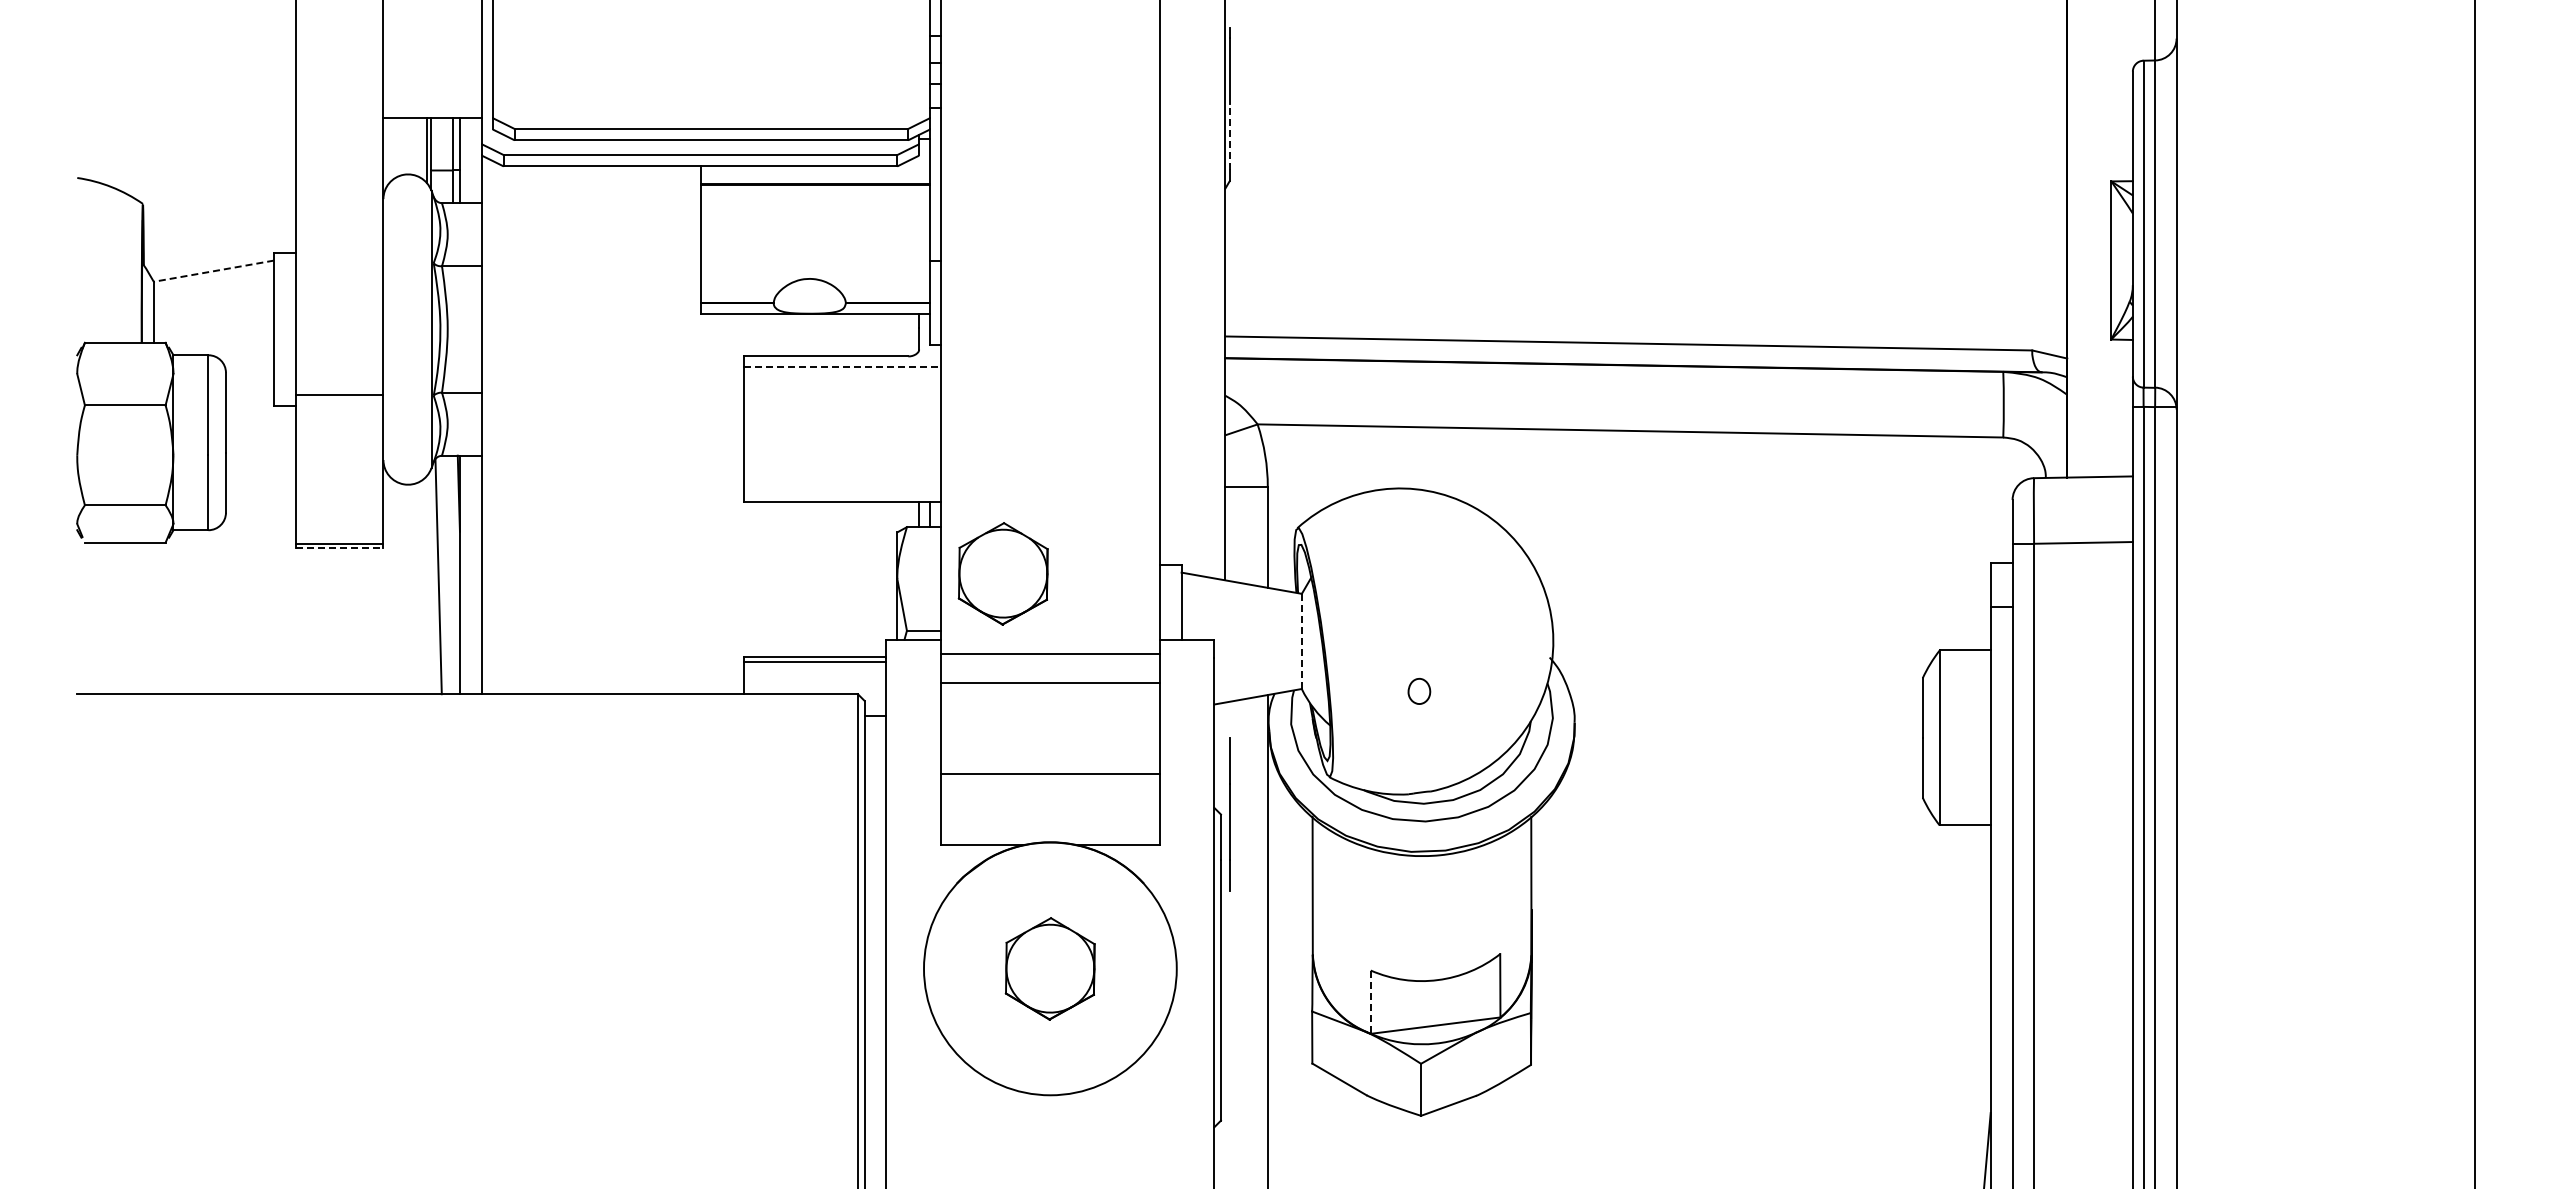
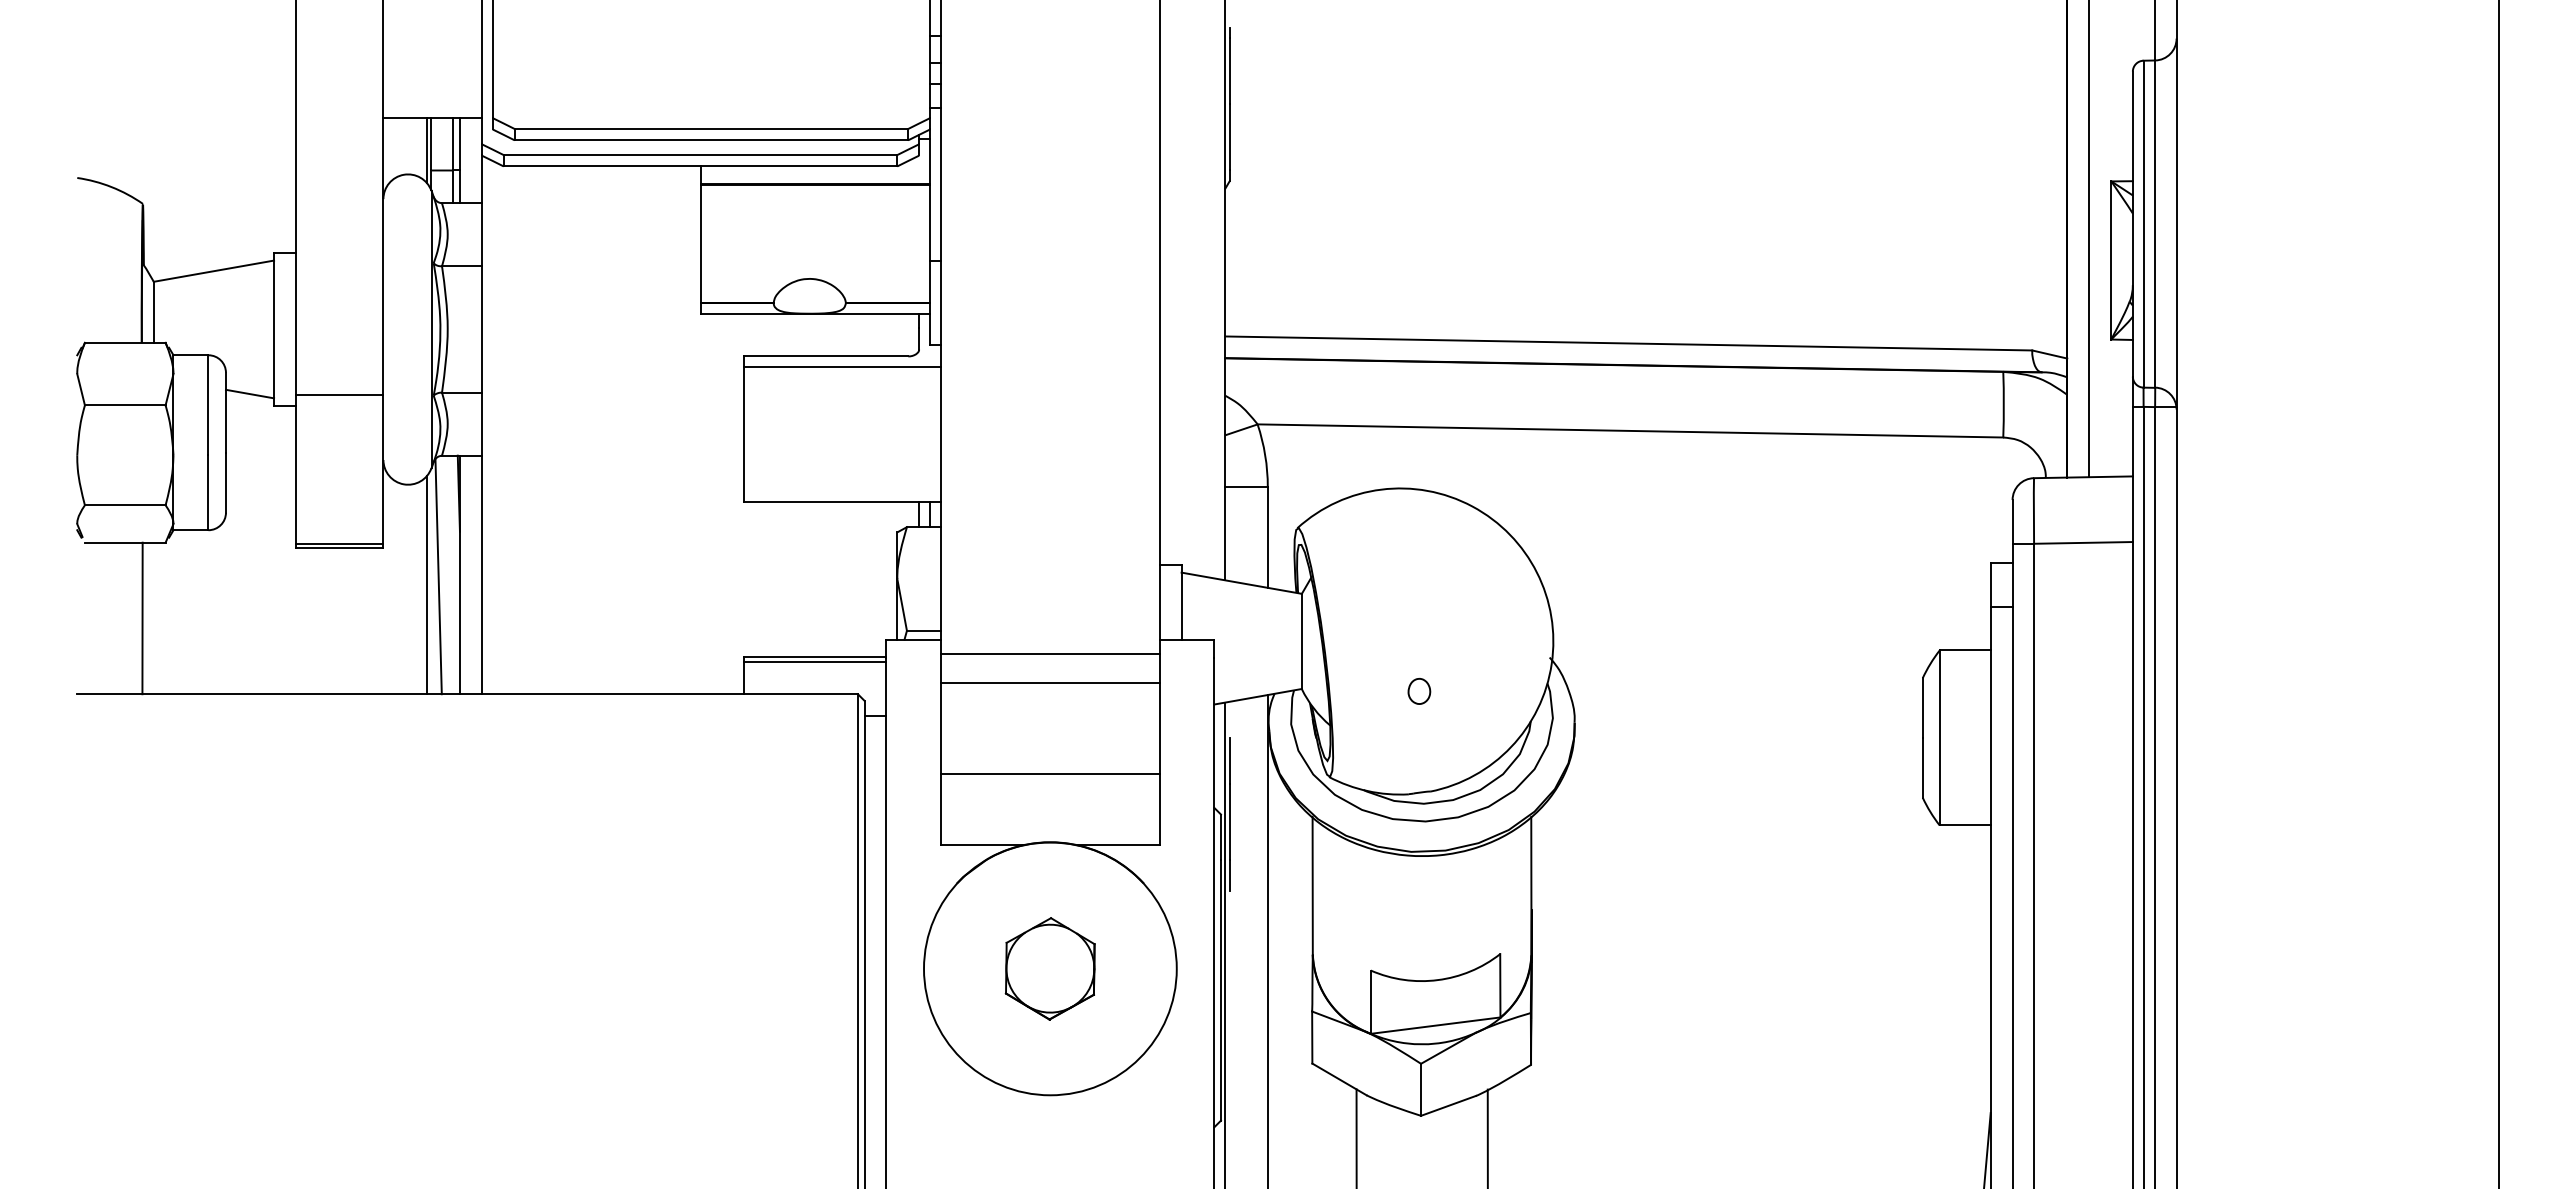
line at (1229, 136): dashed -> solid
line at (2088, 239): none -> present
line at (213, 271): dashed -> solid
line at (843, 366): dashed -> solid
line at (249, 393): none -> present
line at (339, 548): dashed -> solid
part at (1002, 573): present -> none
line at (427, 584): none -> present
line at (2474, 593) position: (2474, 593) -> (2498, 593)
line at (142, 618): none -> present
line at (1301, 641): dashed -> solid
line at (1225, 943): none -> present
line at (1370, 1002): dashed -> solid
line at (1356, 1137): none -> present
line at (1487, 1137): none -> present
